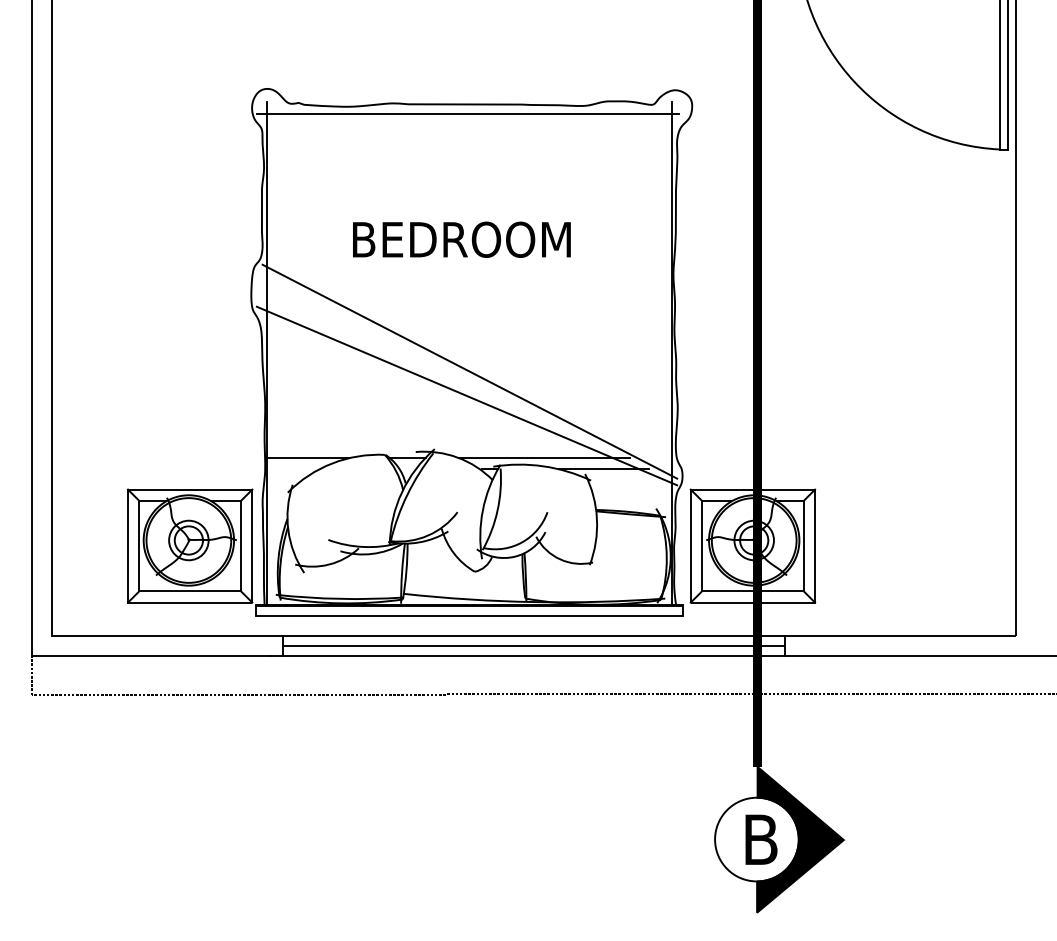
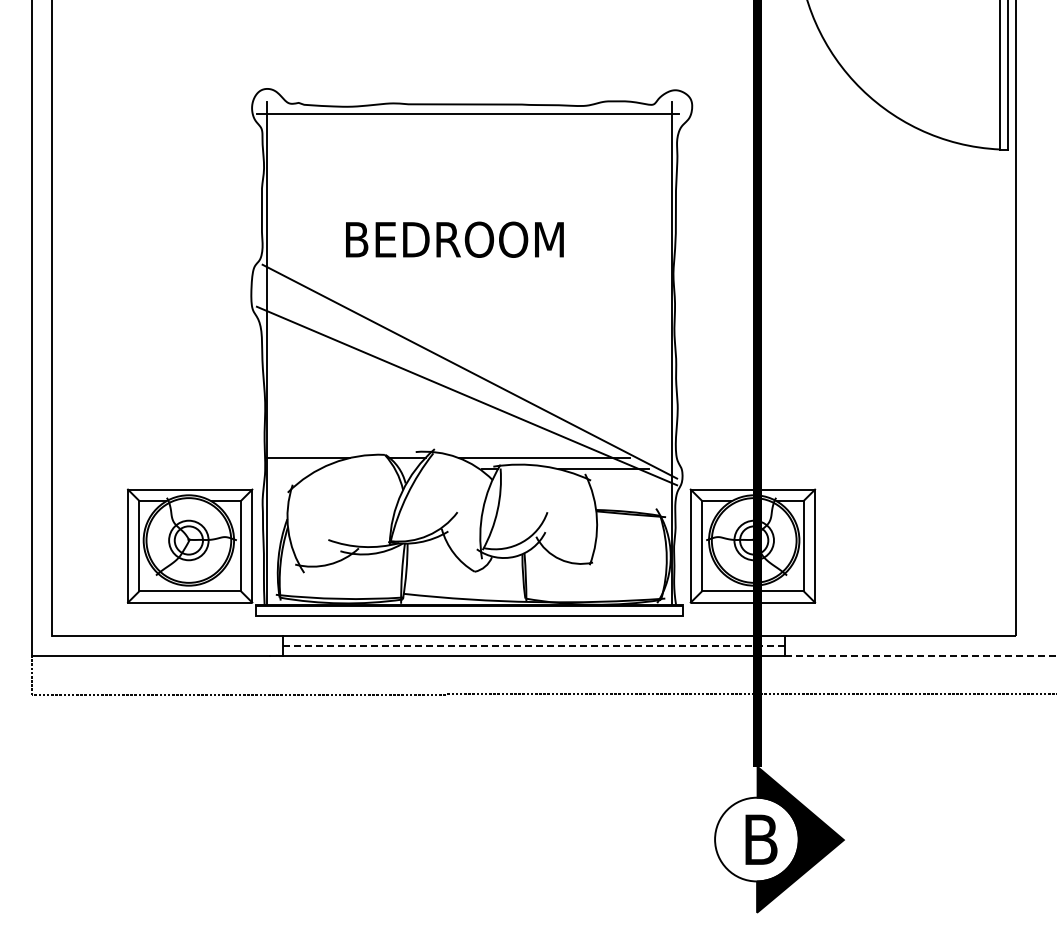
text at (461, 239) position: (461, 239) -> (454, 239)
line at (533, 646): solid -> dashed
line at (920, 656): solid -> dashed
